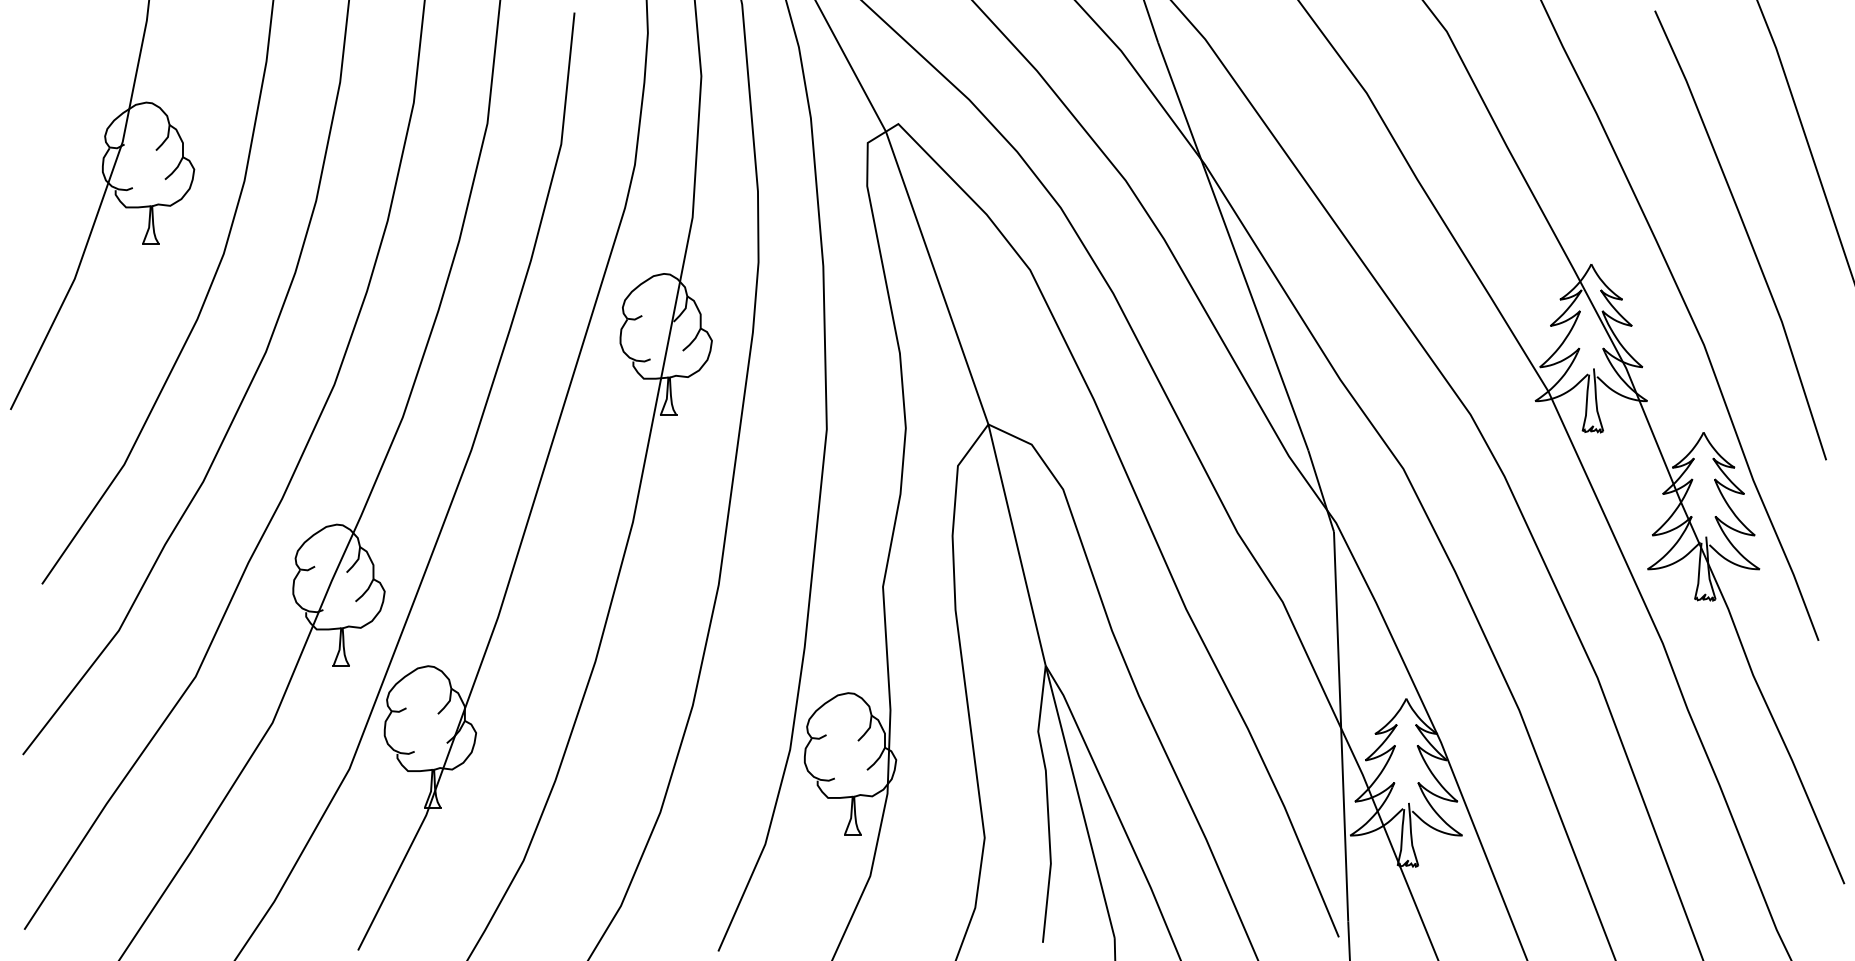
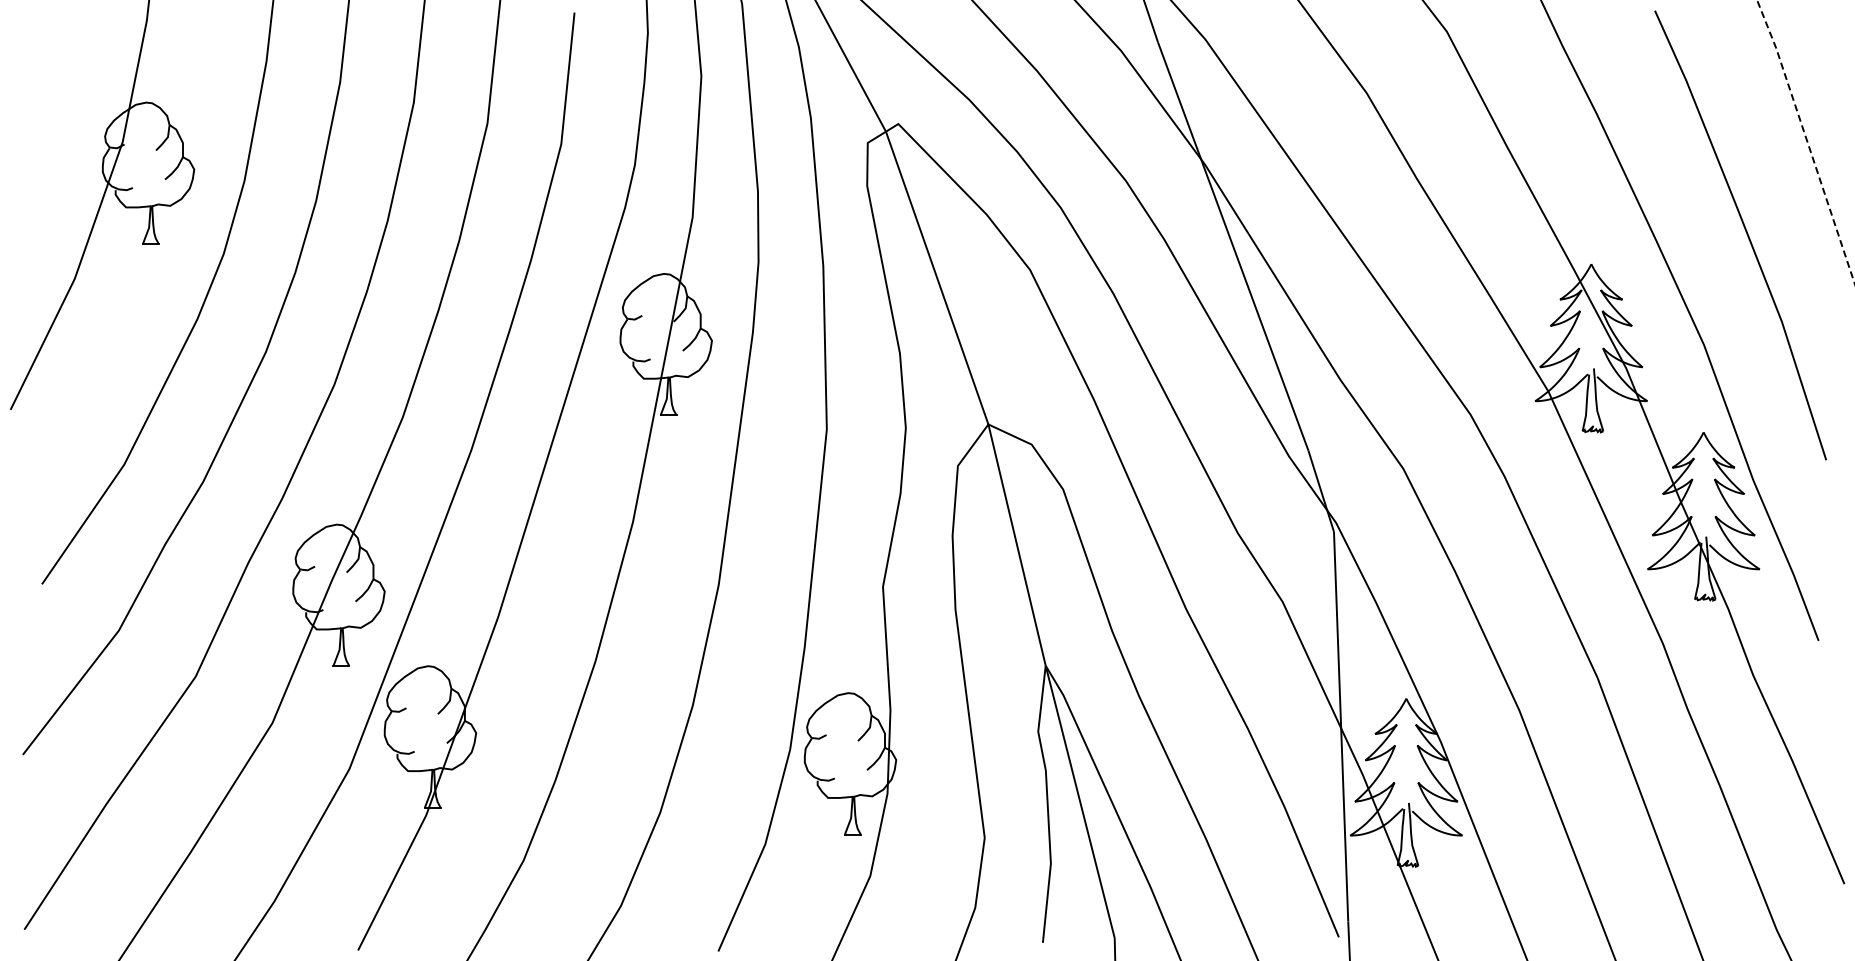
line at (1807, 140): solid -> dashed
